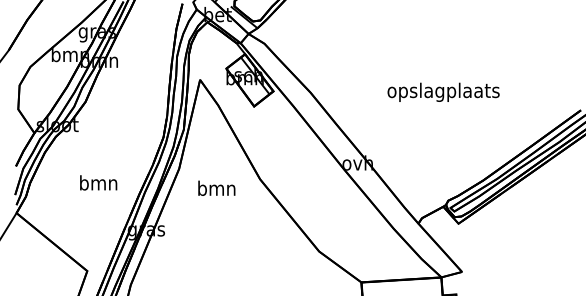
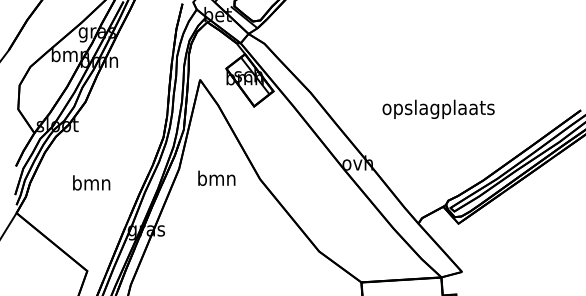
text at (443, 91) position: (443, 91) -> (438, 108)
text at (98, 182) position: (98, 182) -> (91, 182)
text at (216, 187) position: (216, 187) -> (216, 177)
